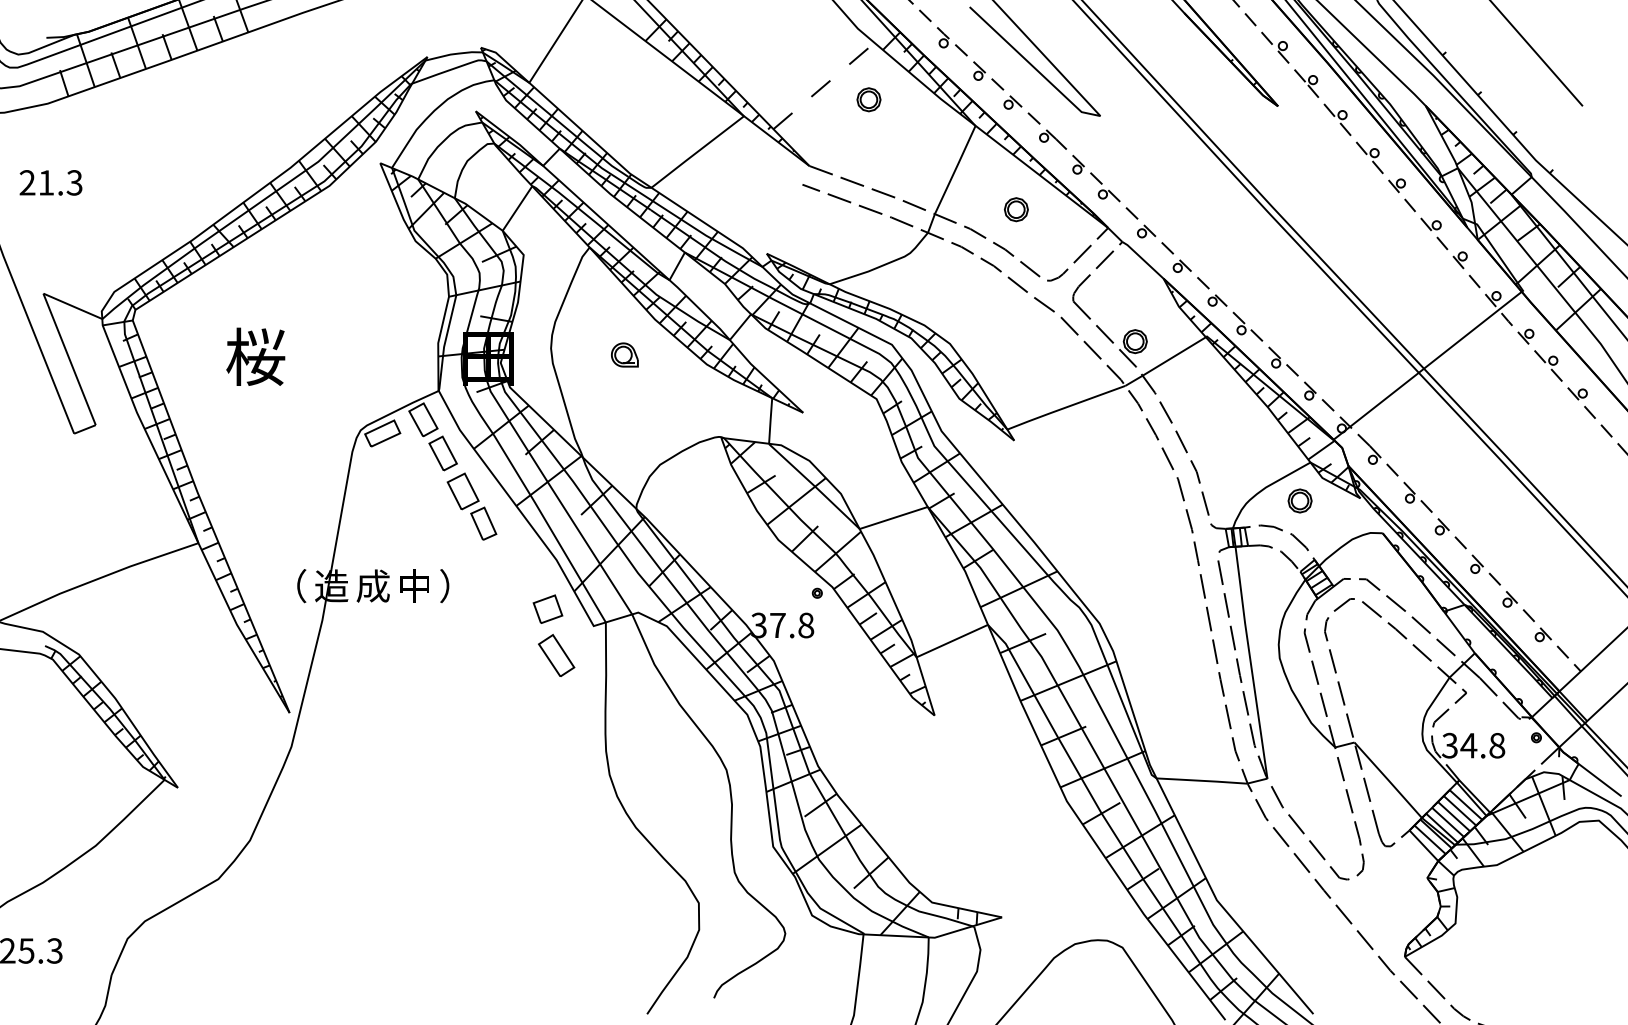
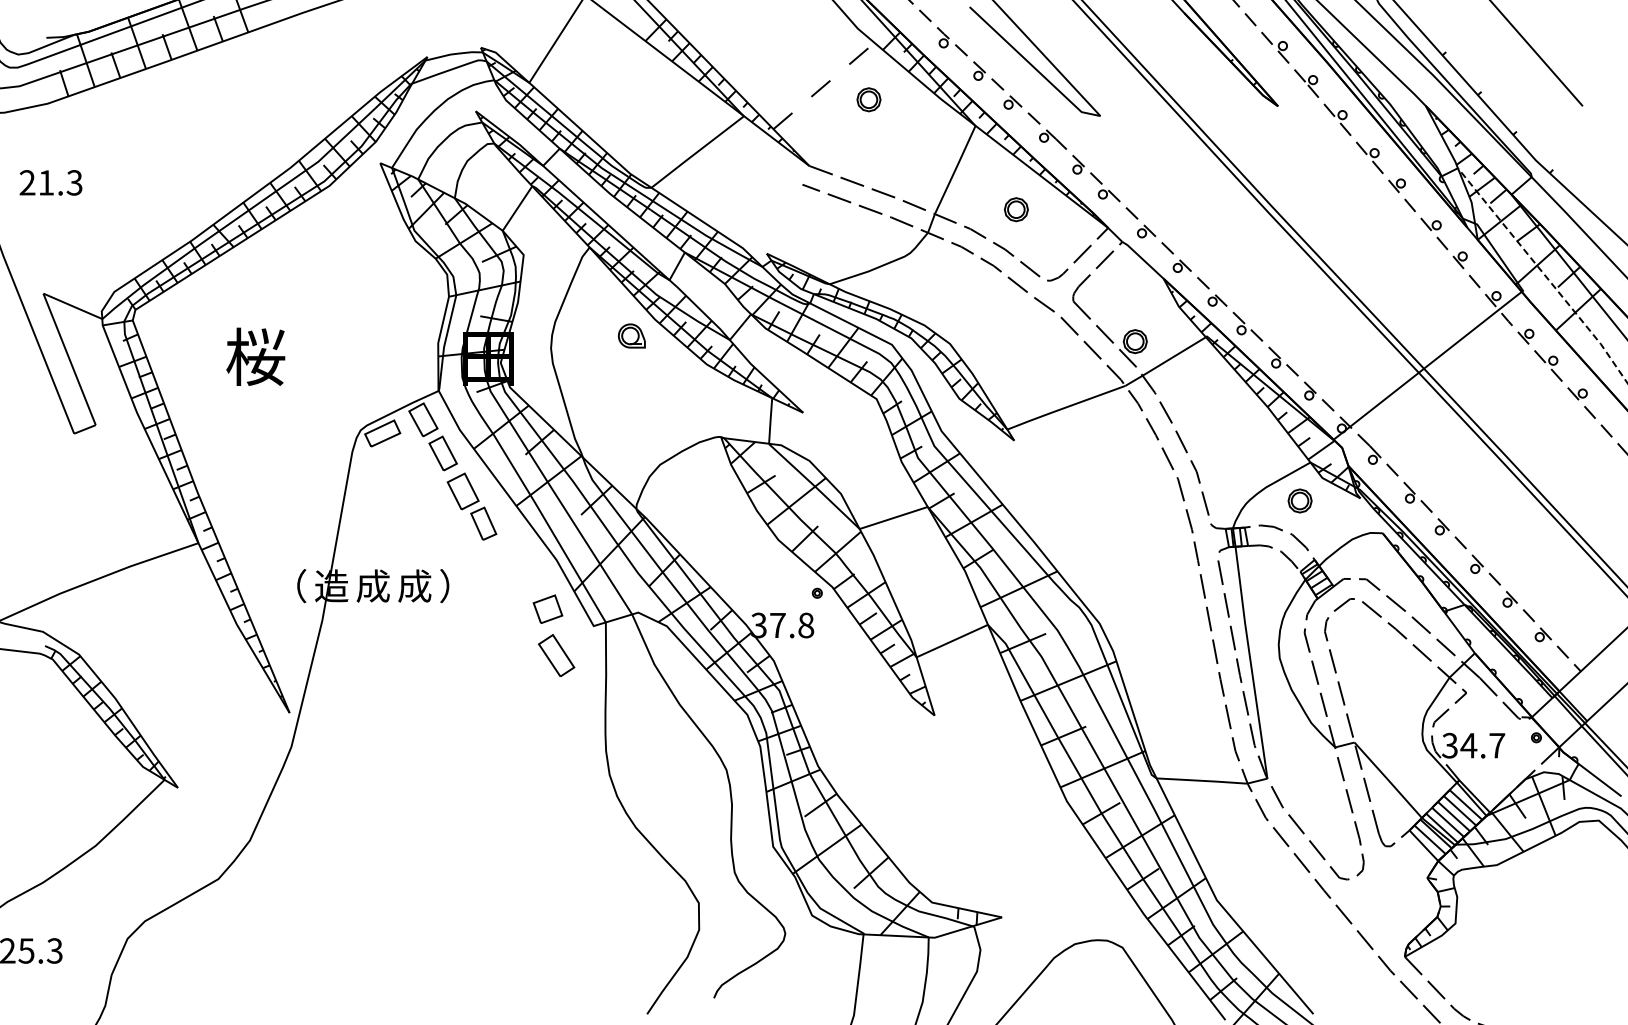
line at (1544, 275): solid -> dashed
part at (624, 354) position: (624, 354) -> (631, 335)
text at (414, 585): 中 -> 成
text at (1497, 745): 34.8 -> 34.7
